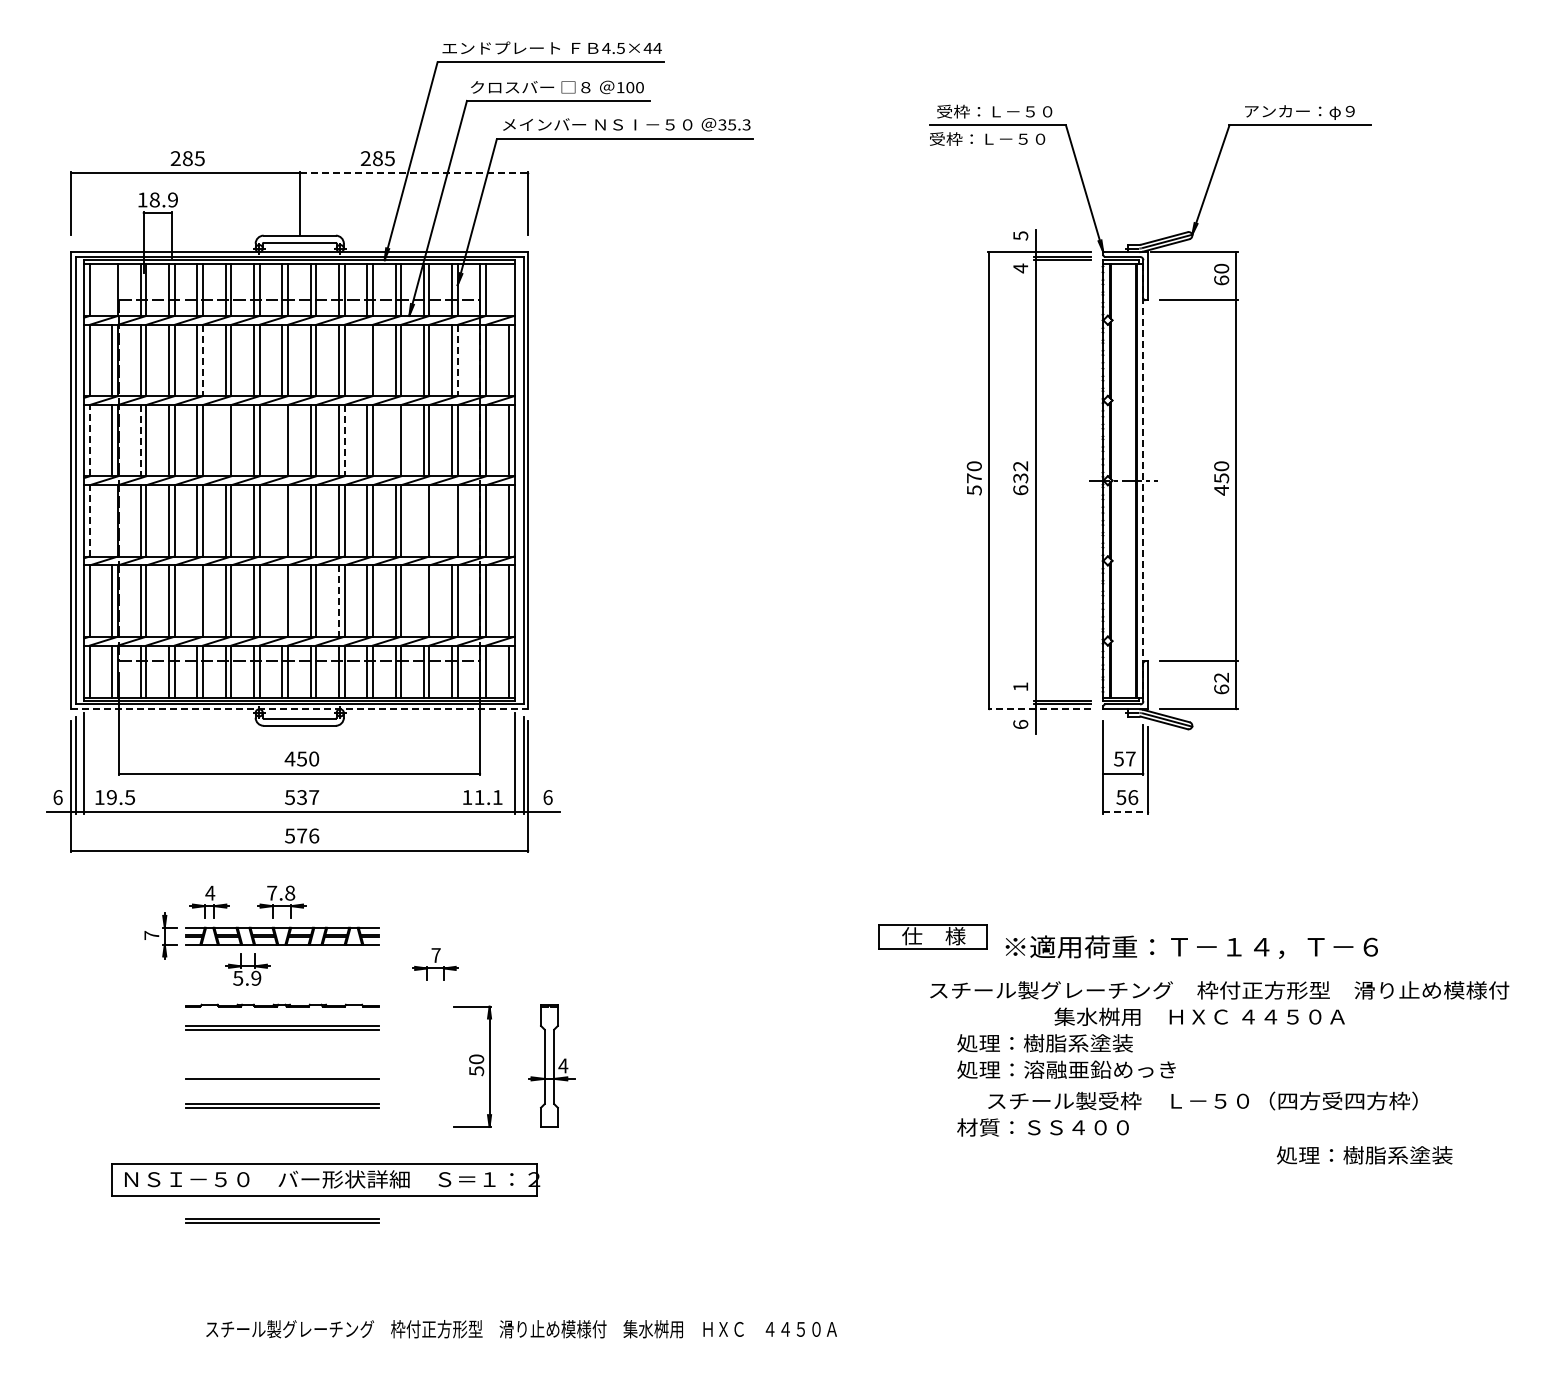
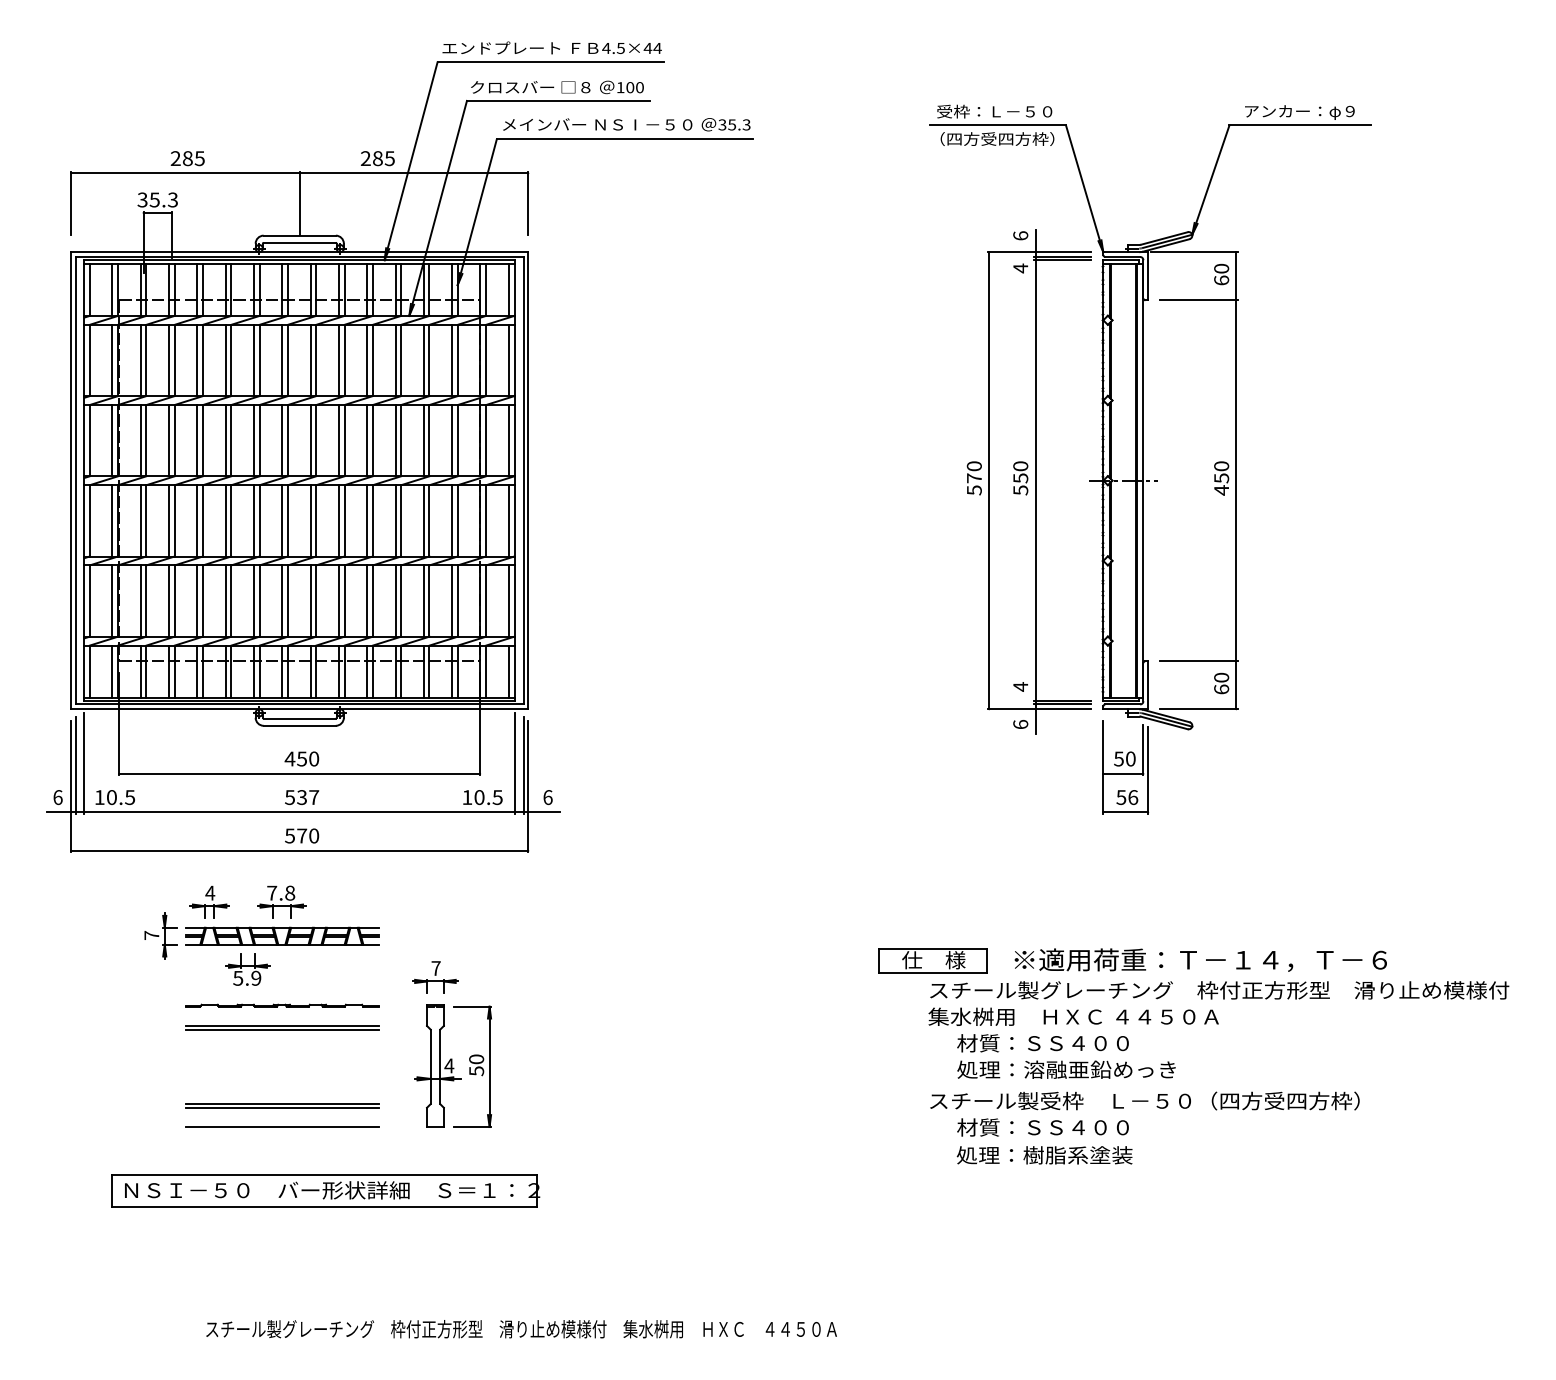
text at (992, 138): 受枠：Ｌ－５０ -> （四方受四方枠）
line at (414, 173): dashed -> solid
text at (157, 199): 18.9 -> 35.3
text at (1020, 235): 5 -> 6
line at (112, 289): none -> present
line at (509, 289): none -> present
line at (202, 360): dashed -> solid
line at (367, 360): none -> present
line at (457, 360): dashed -> solid
line at (90, 440): dashed -> solid
line at (140, 440): dashed -> solid
line at (225, 440): none -> present
line at (282, 440): none -> present
line at (344, 440): dashed -> solid
line at (395, 440): none -> present
text at (1020, 478): 632 -> 550
line at (1143, 480): dashed -> solid
line at (90, 520): dashed -> solid
line at (112, 520): none -> present
line at (282, 520): none -> present
line at (423, 520): none -> present
line at (452, 520): none -> present
line at (197, 600): none -> present
line at (282, 600): none -> present
line at (423, 600): none -> present
line at (338, 601): dashed -> solid
text at (1221, 677): 62 -> 60
text at (1020, 686): 1 -> 4
line at (299, 709): dashed -> solid
line at (1039, 709): dashed -> solid
text at (1130, 758): 57 -> 50
text at (111, 797): 19.5 -> 10.5
text at (488, 797): 11.1 -> 10.5
line at (1126, 812): dashed -> solid
text at (314, 835): 576 -> 570
part at (932, 936) position: (932, 936) -> (932, 960)
text at (1191, 946) position: (1191, 946) -> (1200, 959)
part at (435, 964) position: (435, 964) -> (435, 977)
text at (1199, 1016) position: (1199, 1016) -> (1073, 1016)
text at (1044, 1043): 処理：樹脂系塗装 -> 材質：ＳＳ４００
part at (551, 1065) position: (551, 1065) -> (437, 1065)
line at (282, 1078) position: (282, 1078) -> (282, 1126)
text at (1202, 1100) position: (1202, 1100) -> (1144, 1100)
text at (1364, 1155) position: (1364, 1155) -> (1044, 1155)
part at (325, 1179) position: (325, 1179) -> (325, 1190)
part at (282, 1220): present -> none
